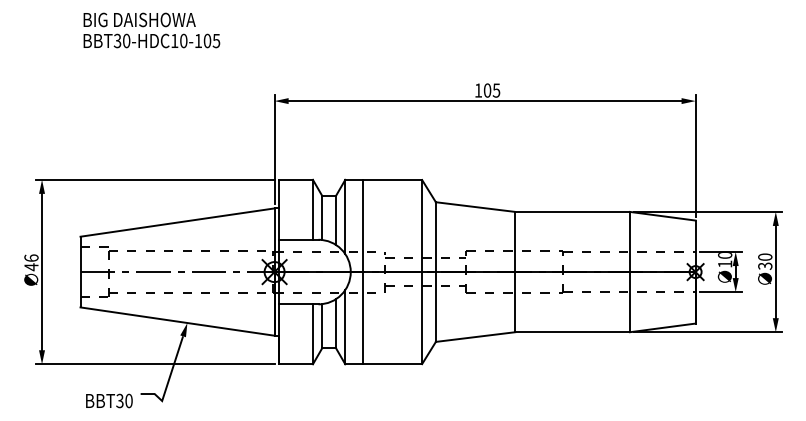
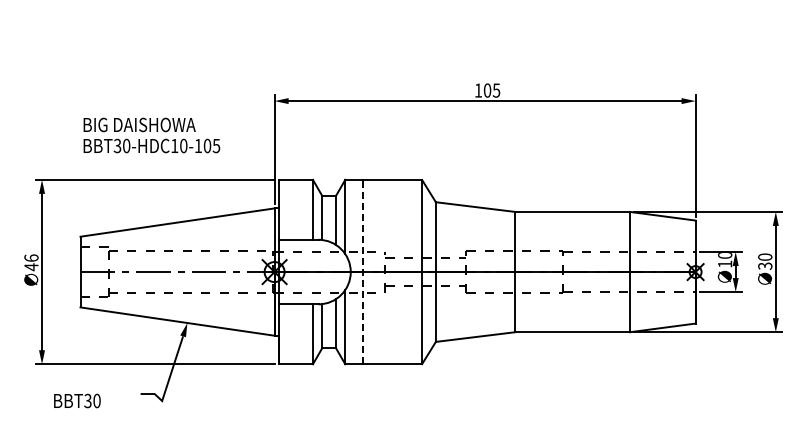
text at (151, 30) position: (151, 30) -> (151, 135)
line at (362, 271): solid -> dashed
text at (109, 400) position: (109, 400) -> (77, 400)
